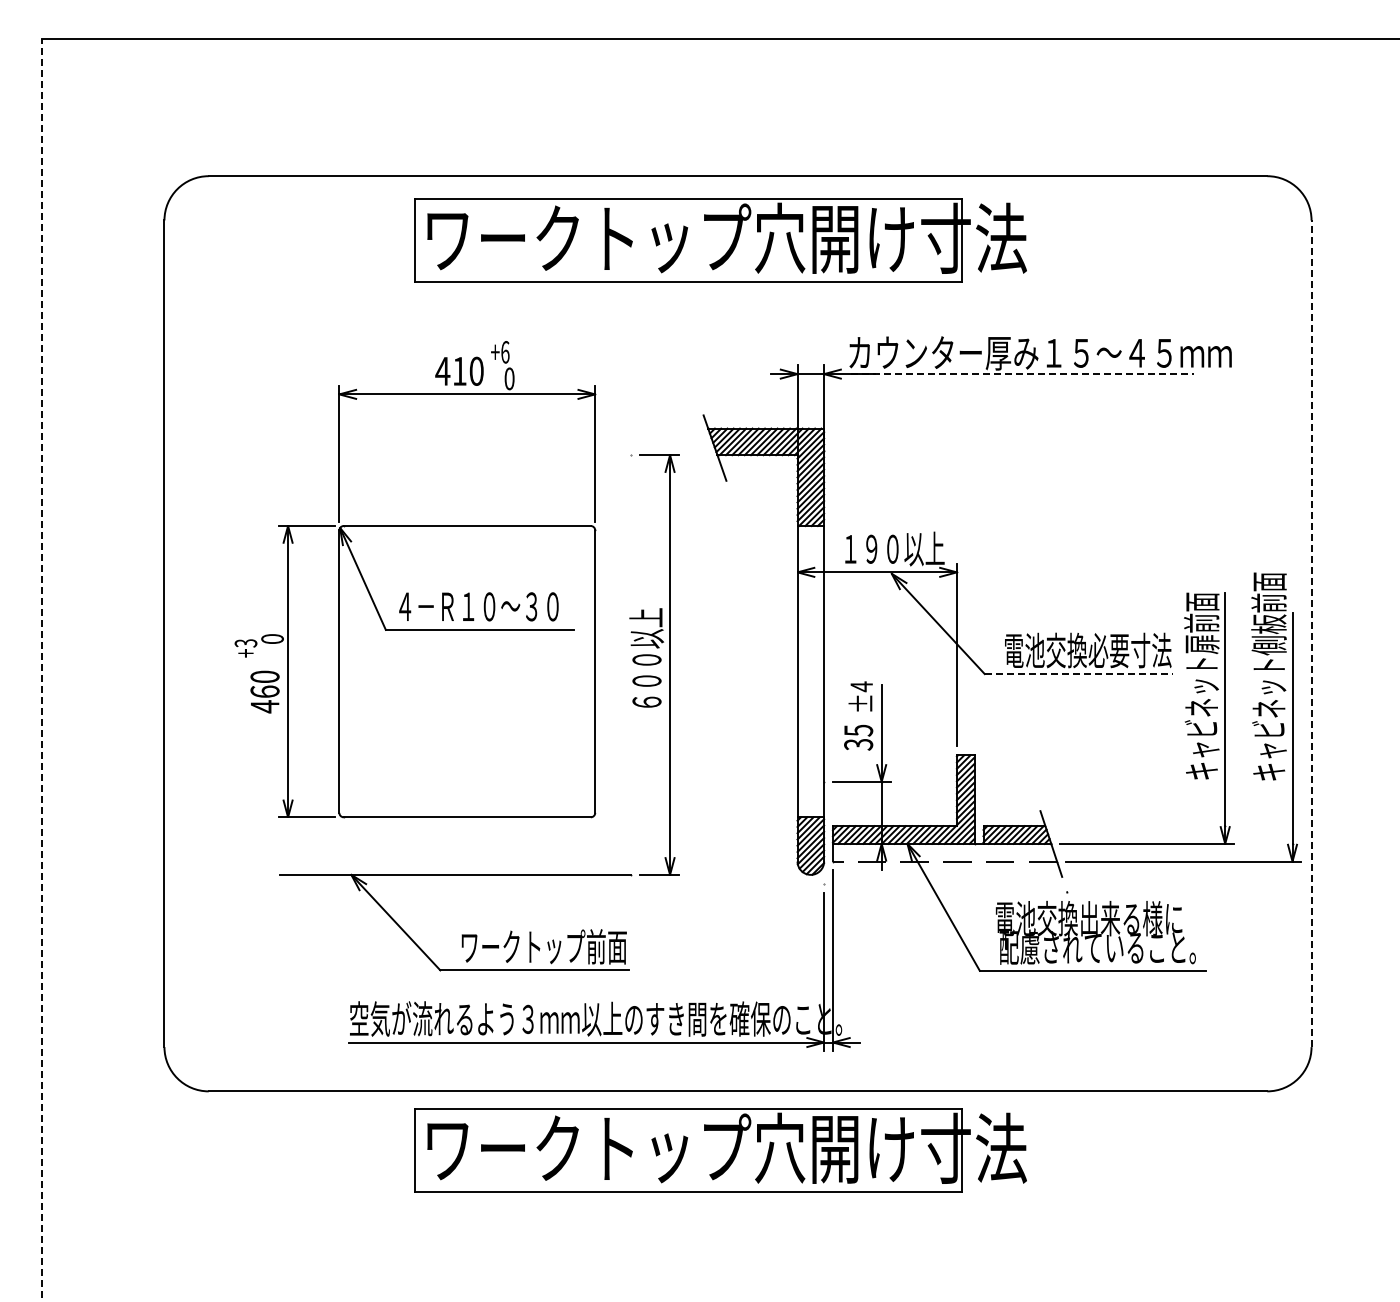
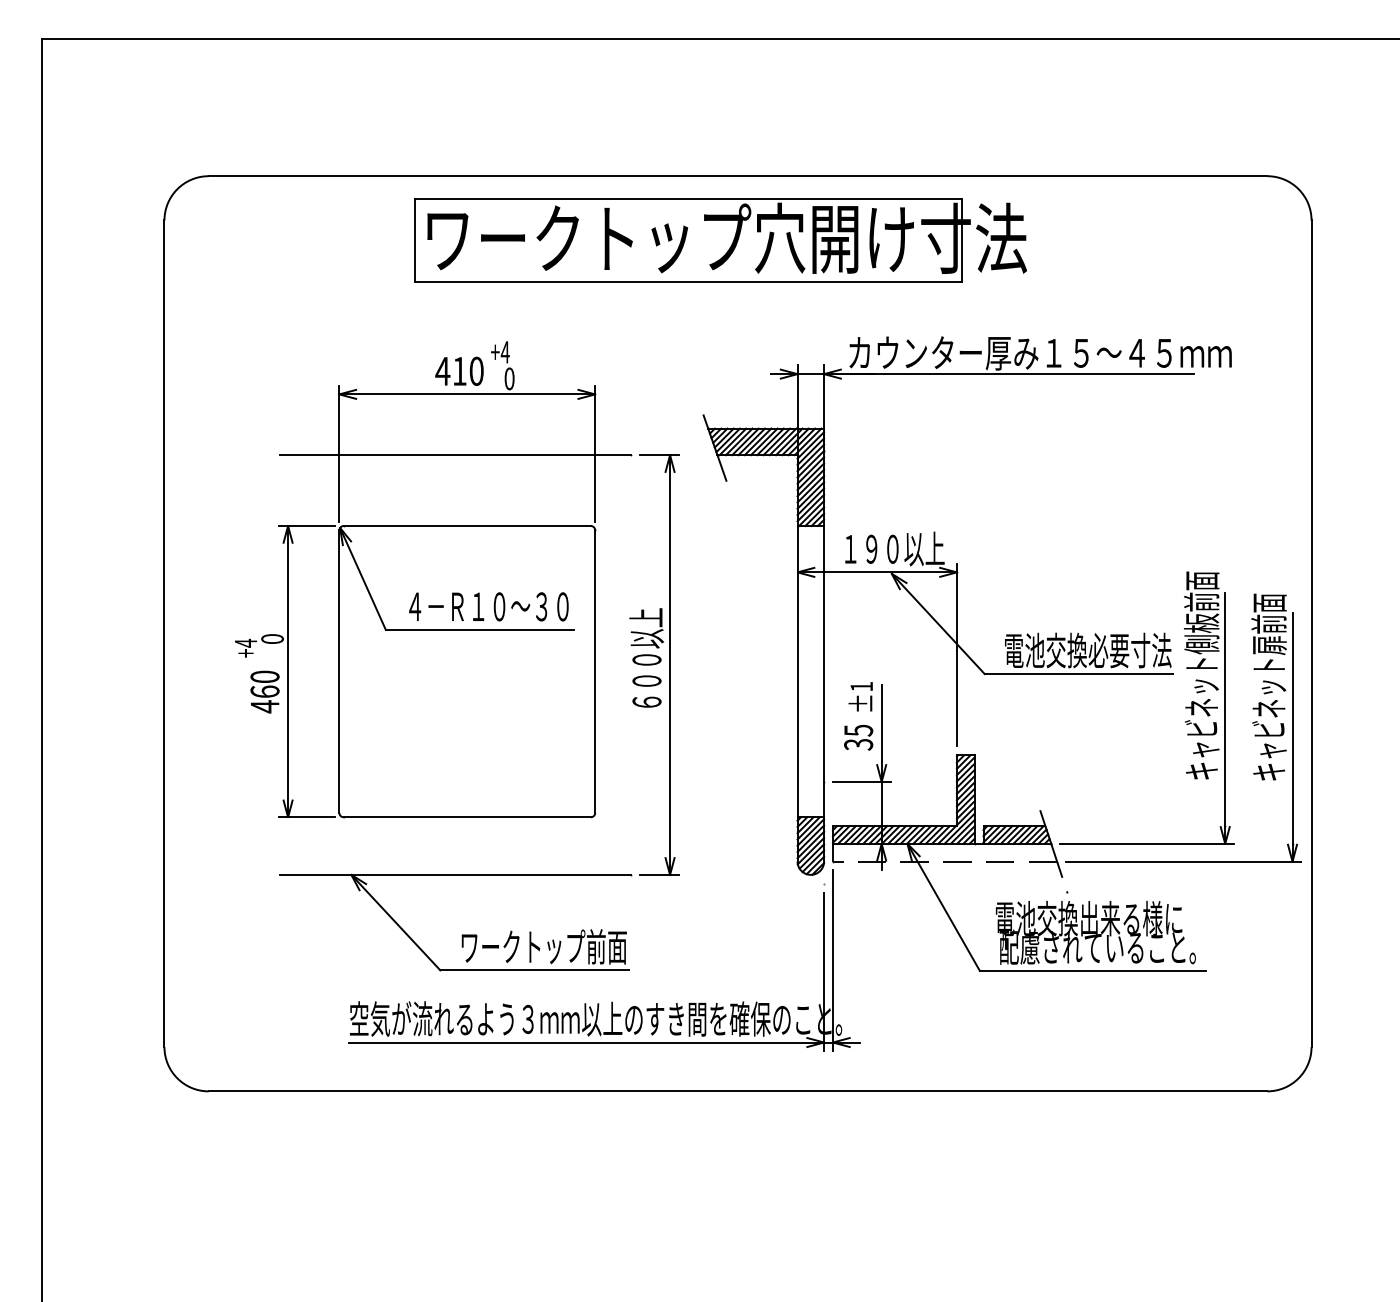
text at (504, 352): +6 -> +4
line at (1022, 374): dashed -> solid
line at (455, 455): none -> present
text at (478, 606) position: (478, 606) -> (488, 606)
text at (1201, 612): キャビネット扉前面 -> キャビネット側板前面
text at (1268, 613): キャビネット側板前面 -> キャビネット扉前面
line at (1311, 633): dashed -> solid
text at (245, 642): +3 -> +4
line at (42, 669): dashed -> solid
line at (1079, 674): dashed -> solid
text at (861, 686): ±4 -> ±1
part at (720, 1150): present -> none
